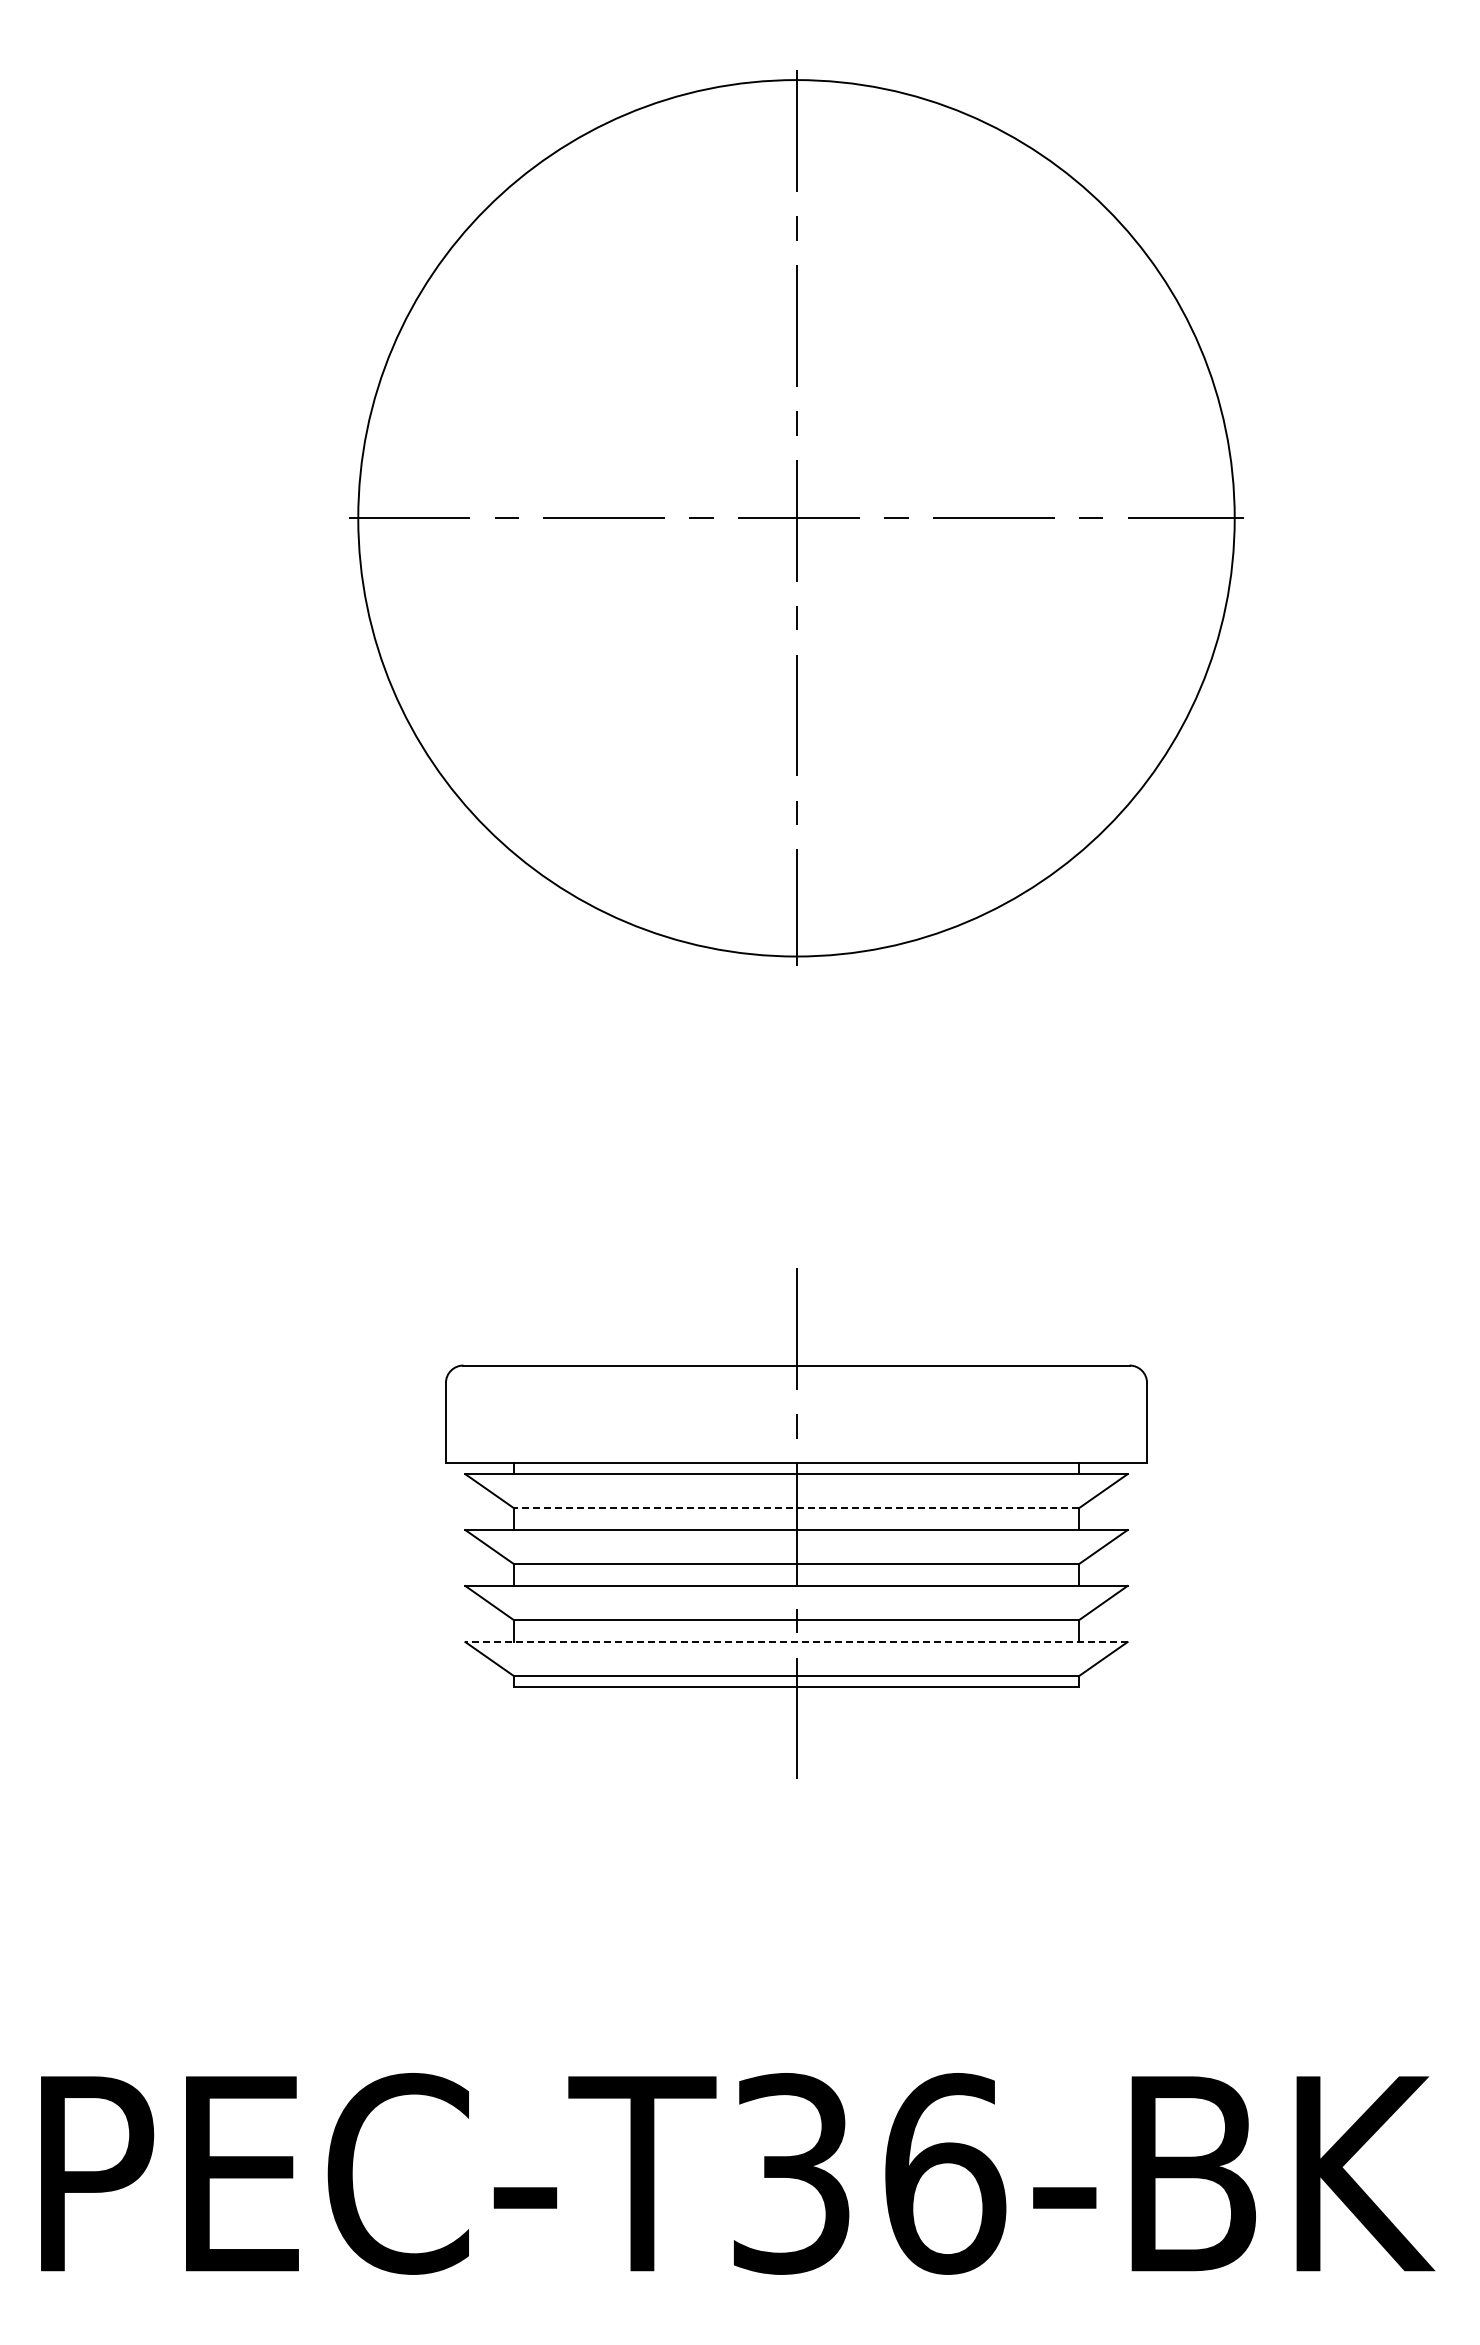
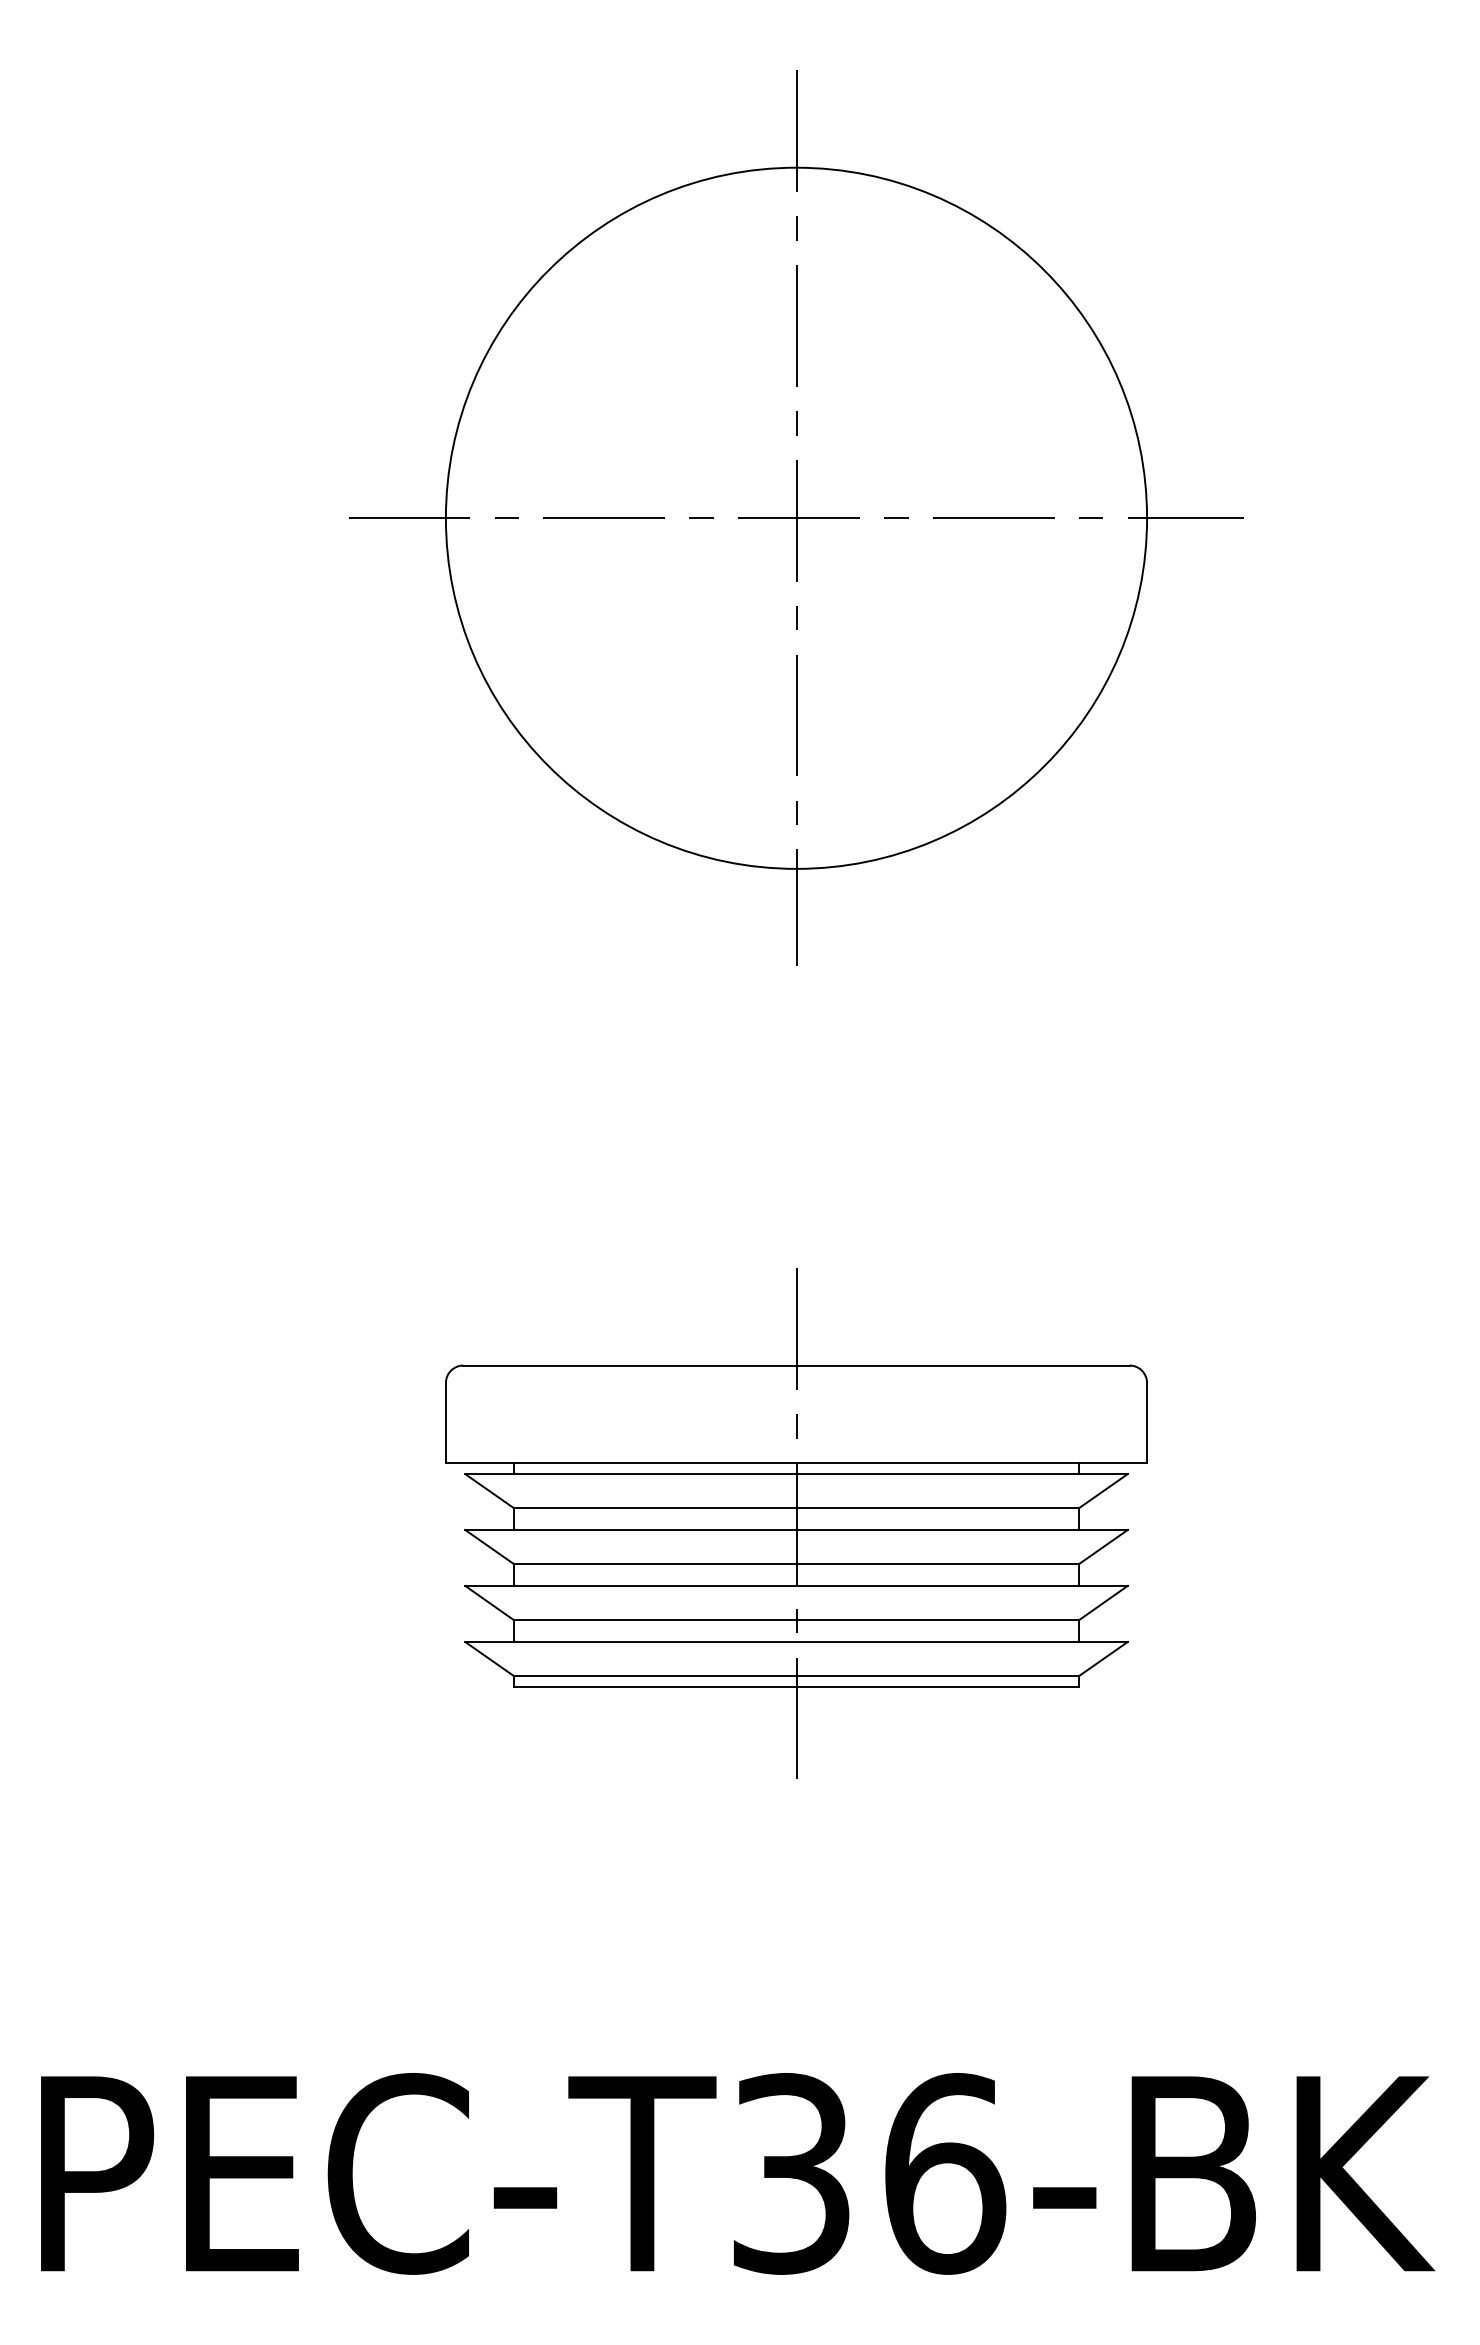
circle at (796, 518) diameter: 876 px -> 701 px
line at (796, 1508): dashed -> solid
line at (796, 1642): dashed -> solid
